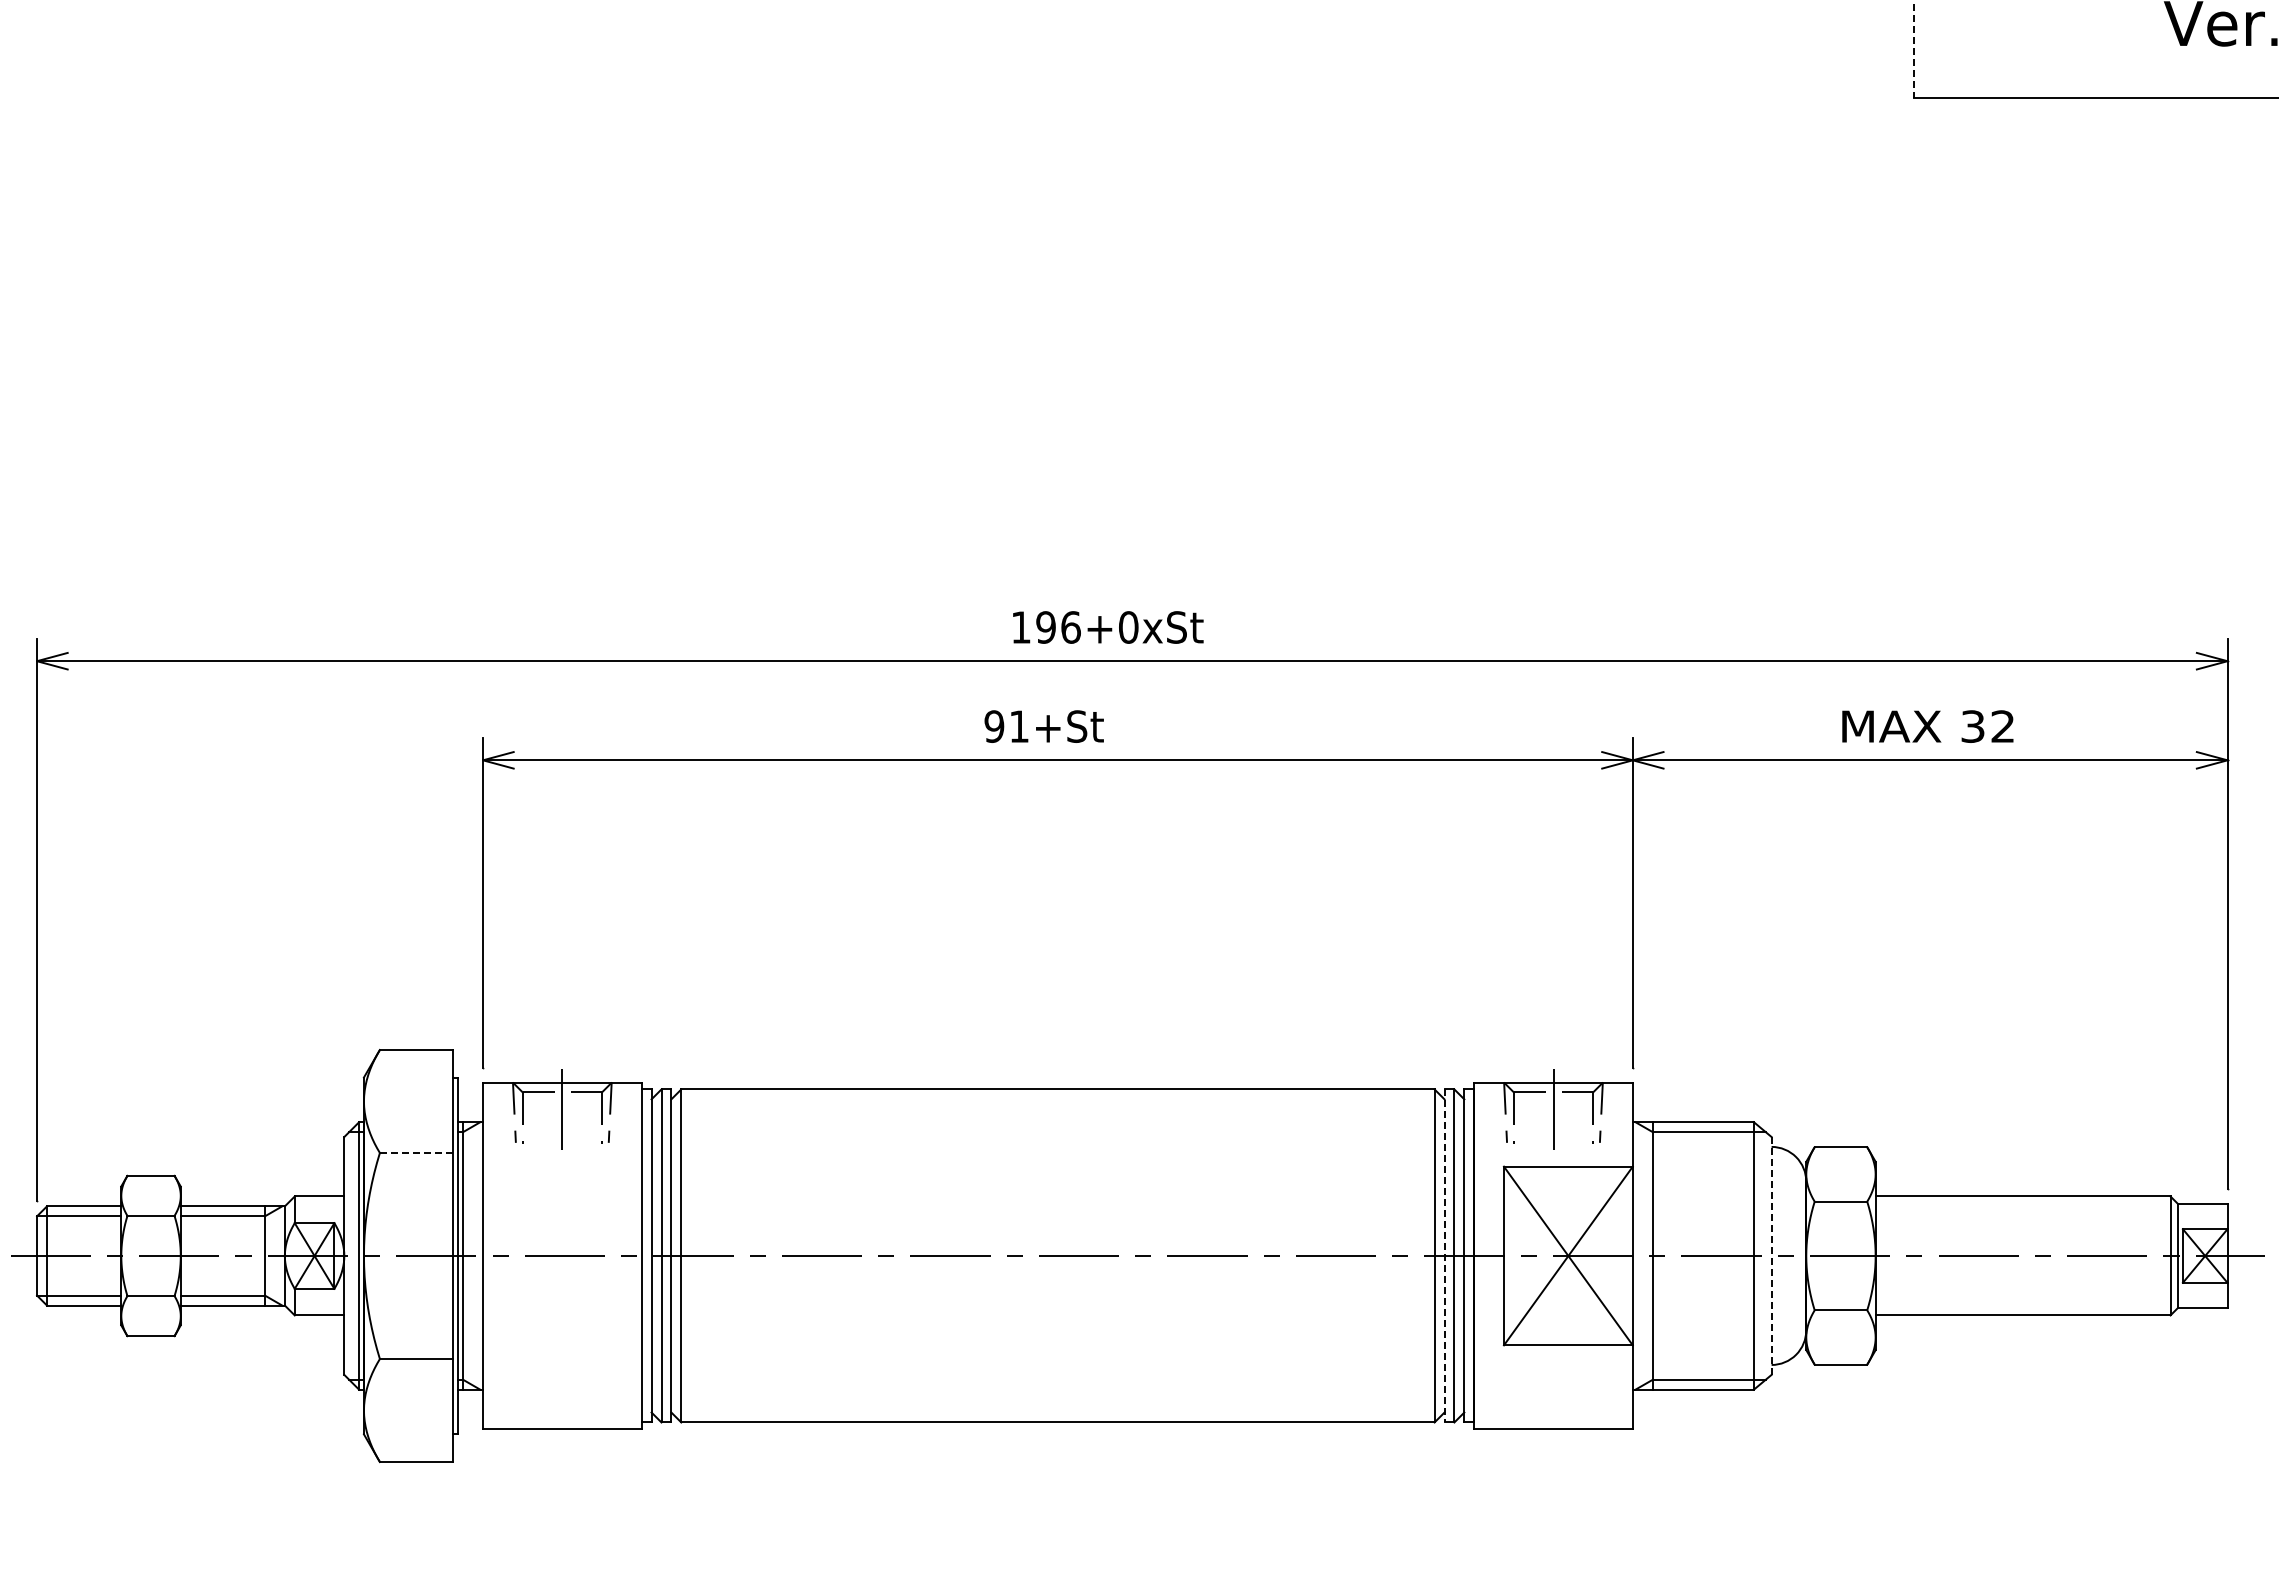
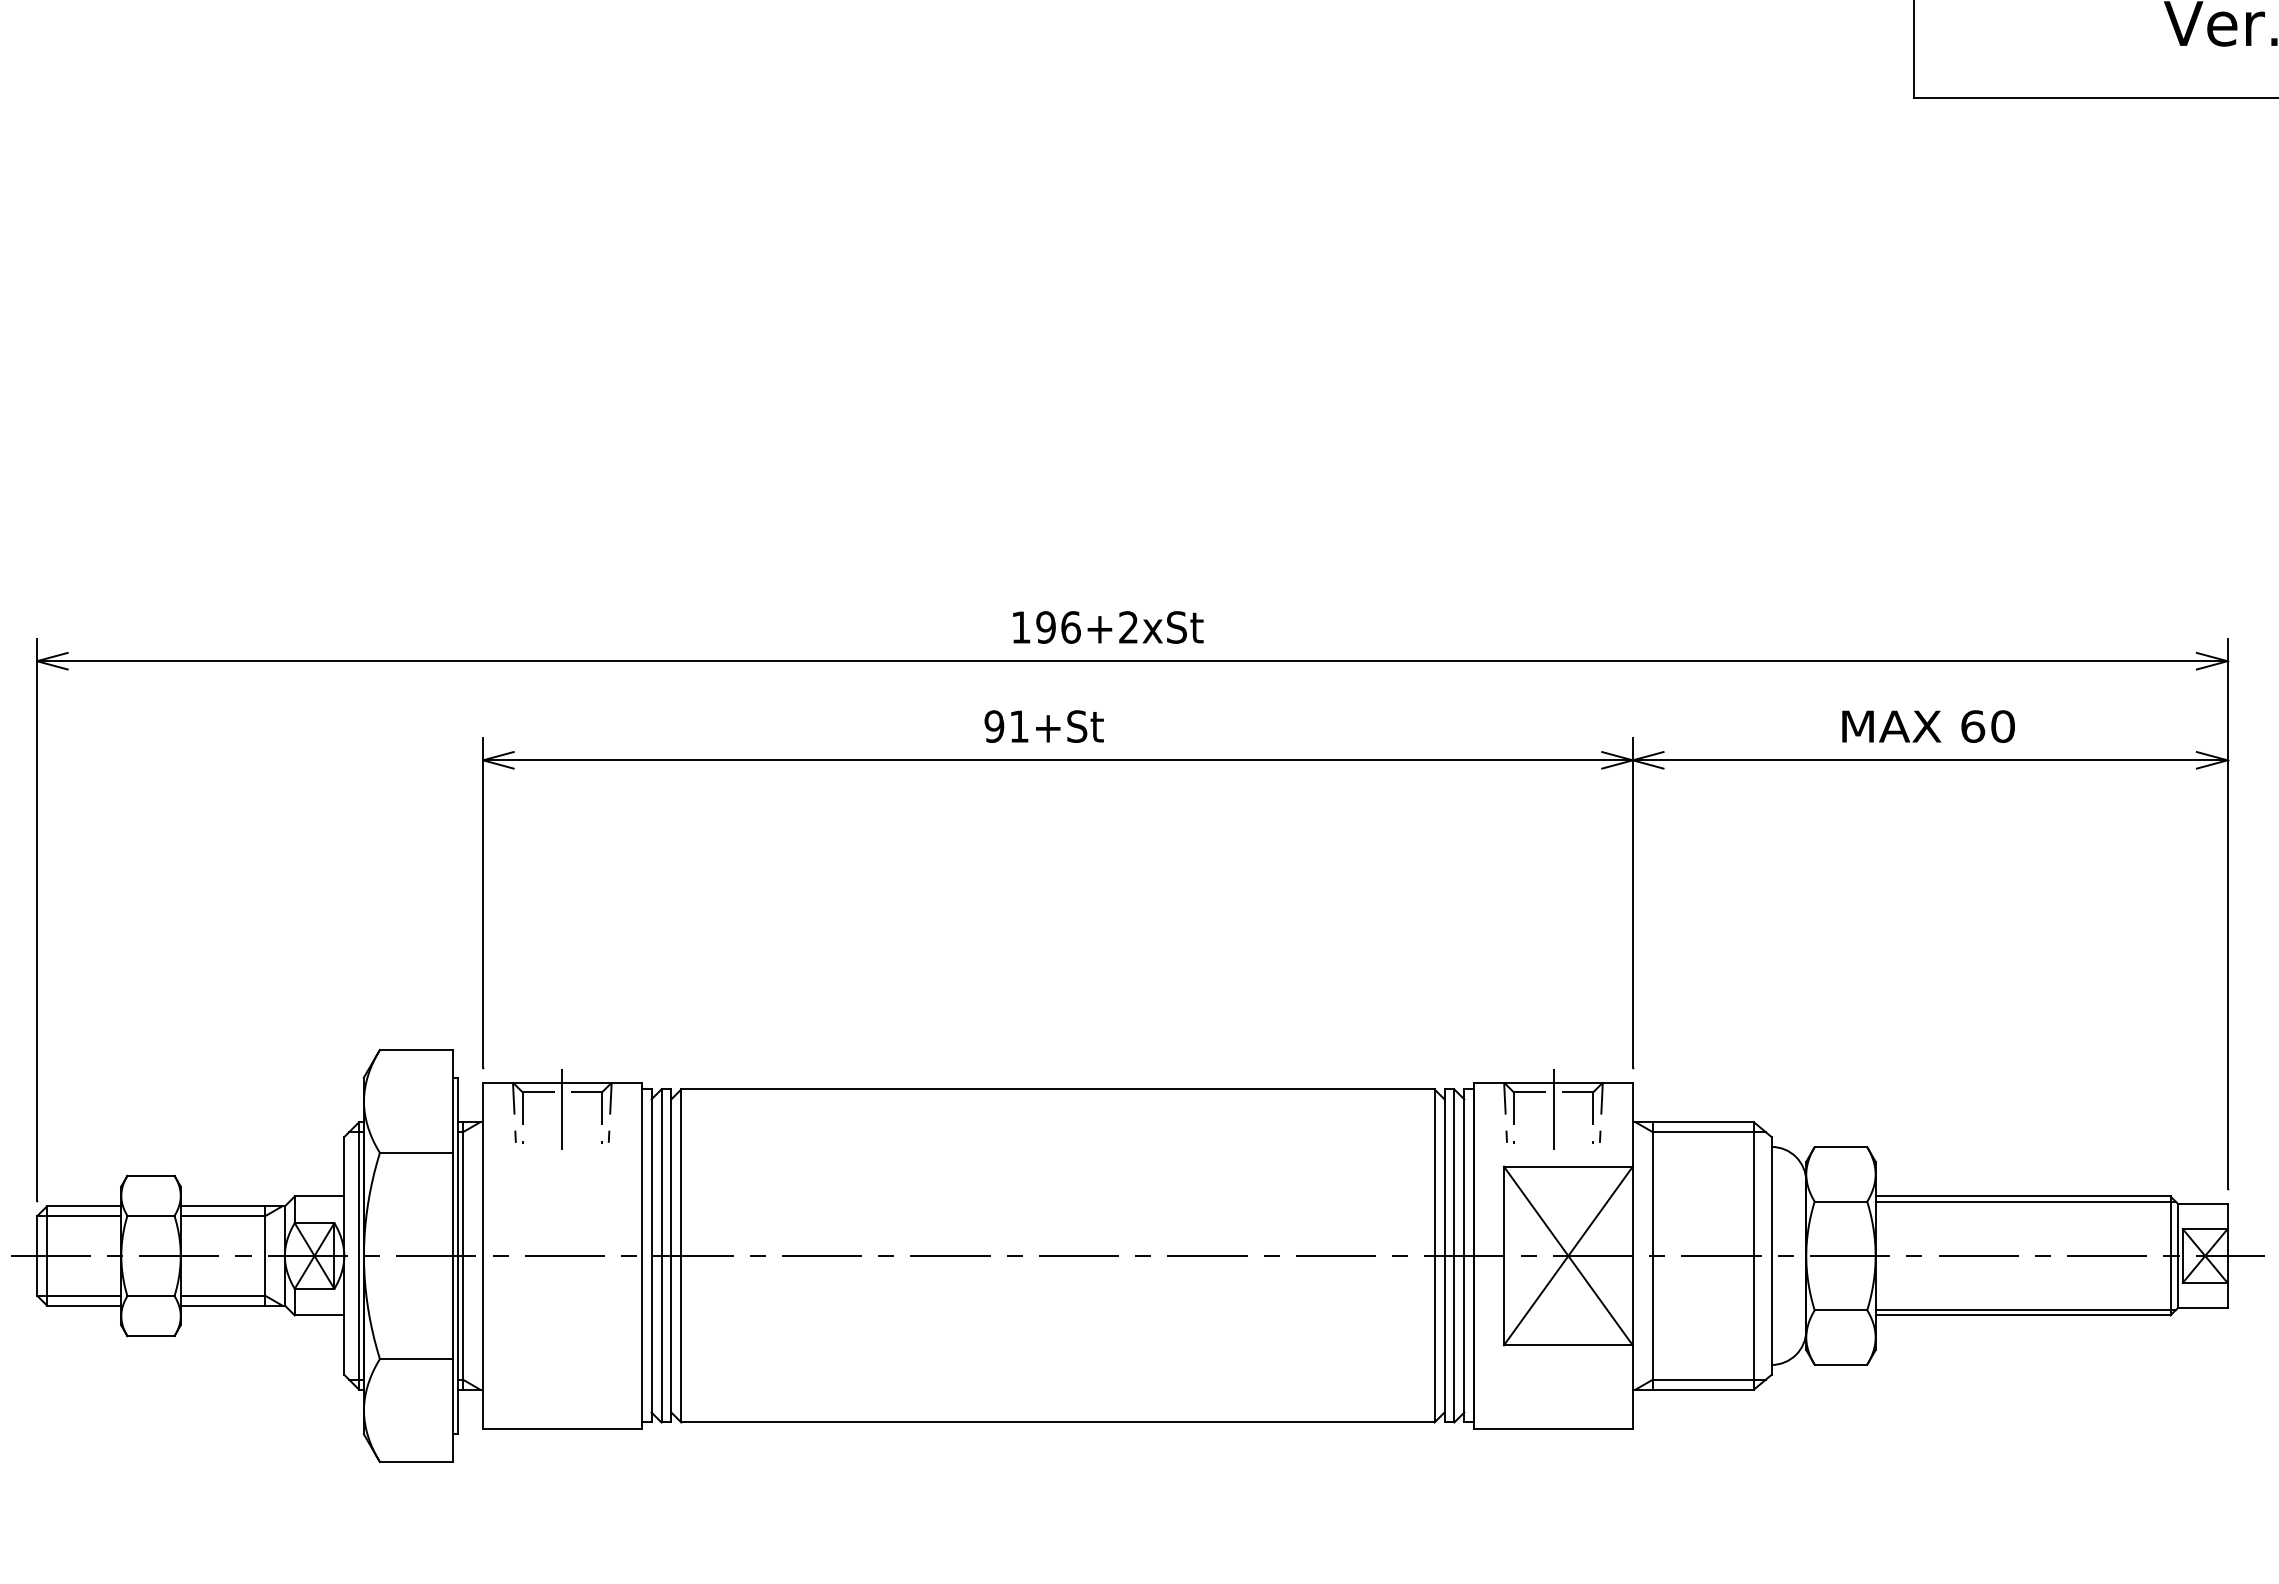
line at (1914, 49): dashed -> solid
text at (1128, 627): 196+0xSt -> 196+2xSt
text at (1987, 726): 32 -> 60
line at (416, 1152): dashed -> solid
line at (2025, 1201): none -> present
line at (1444, 1255): dashed -> solid
line at (1771, 1255): dashed -> solid
line at (2025, 1310): none -> present
